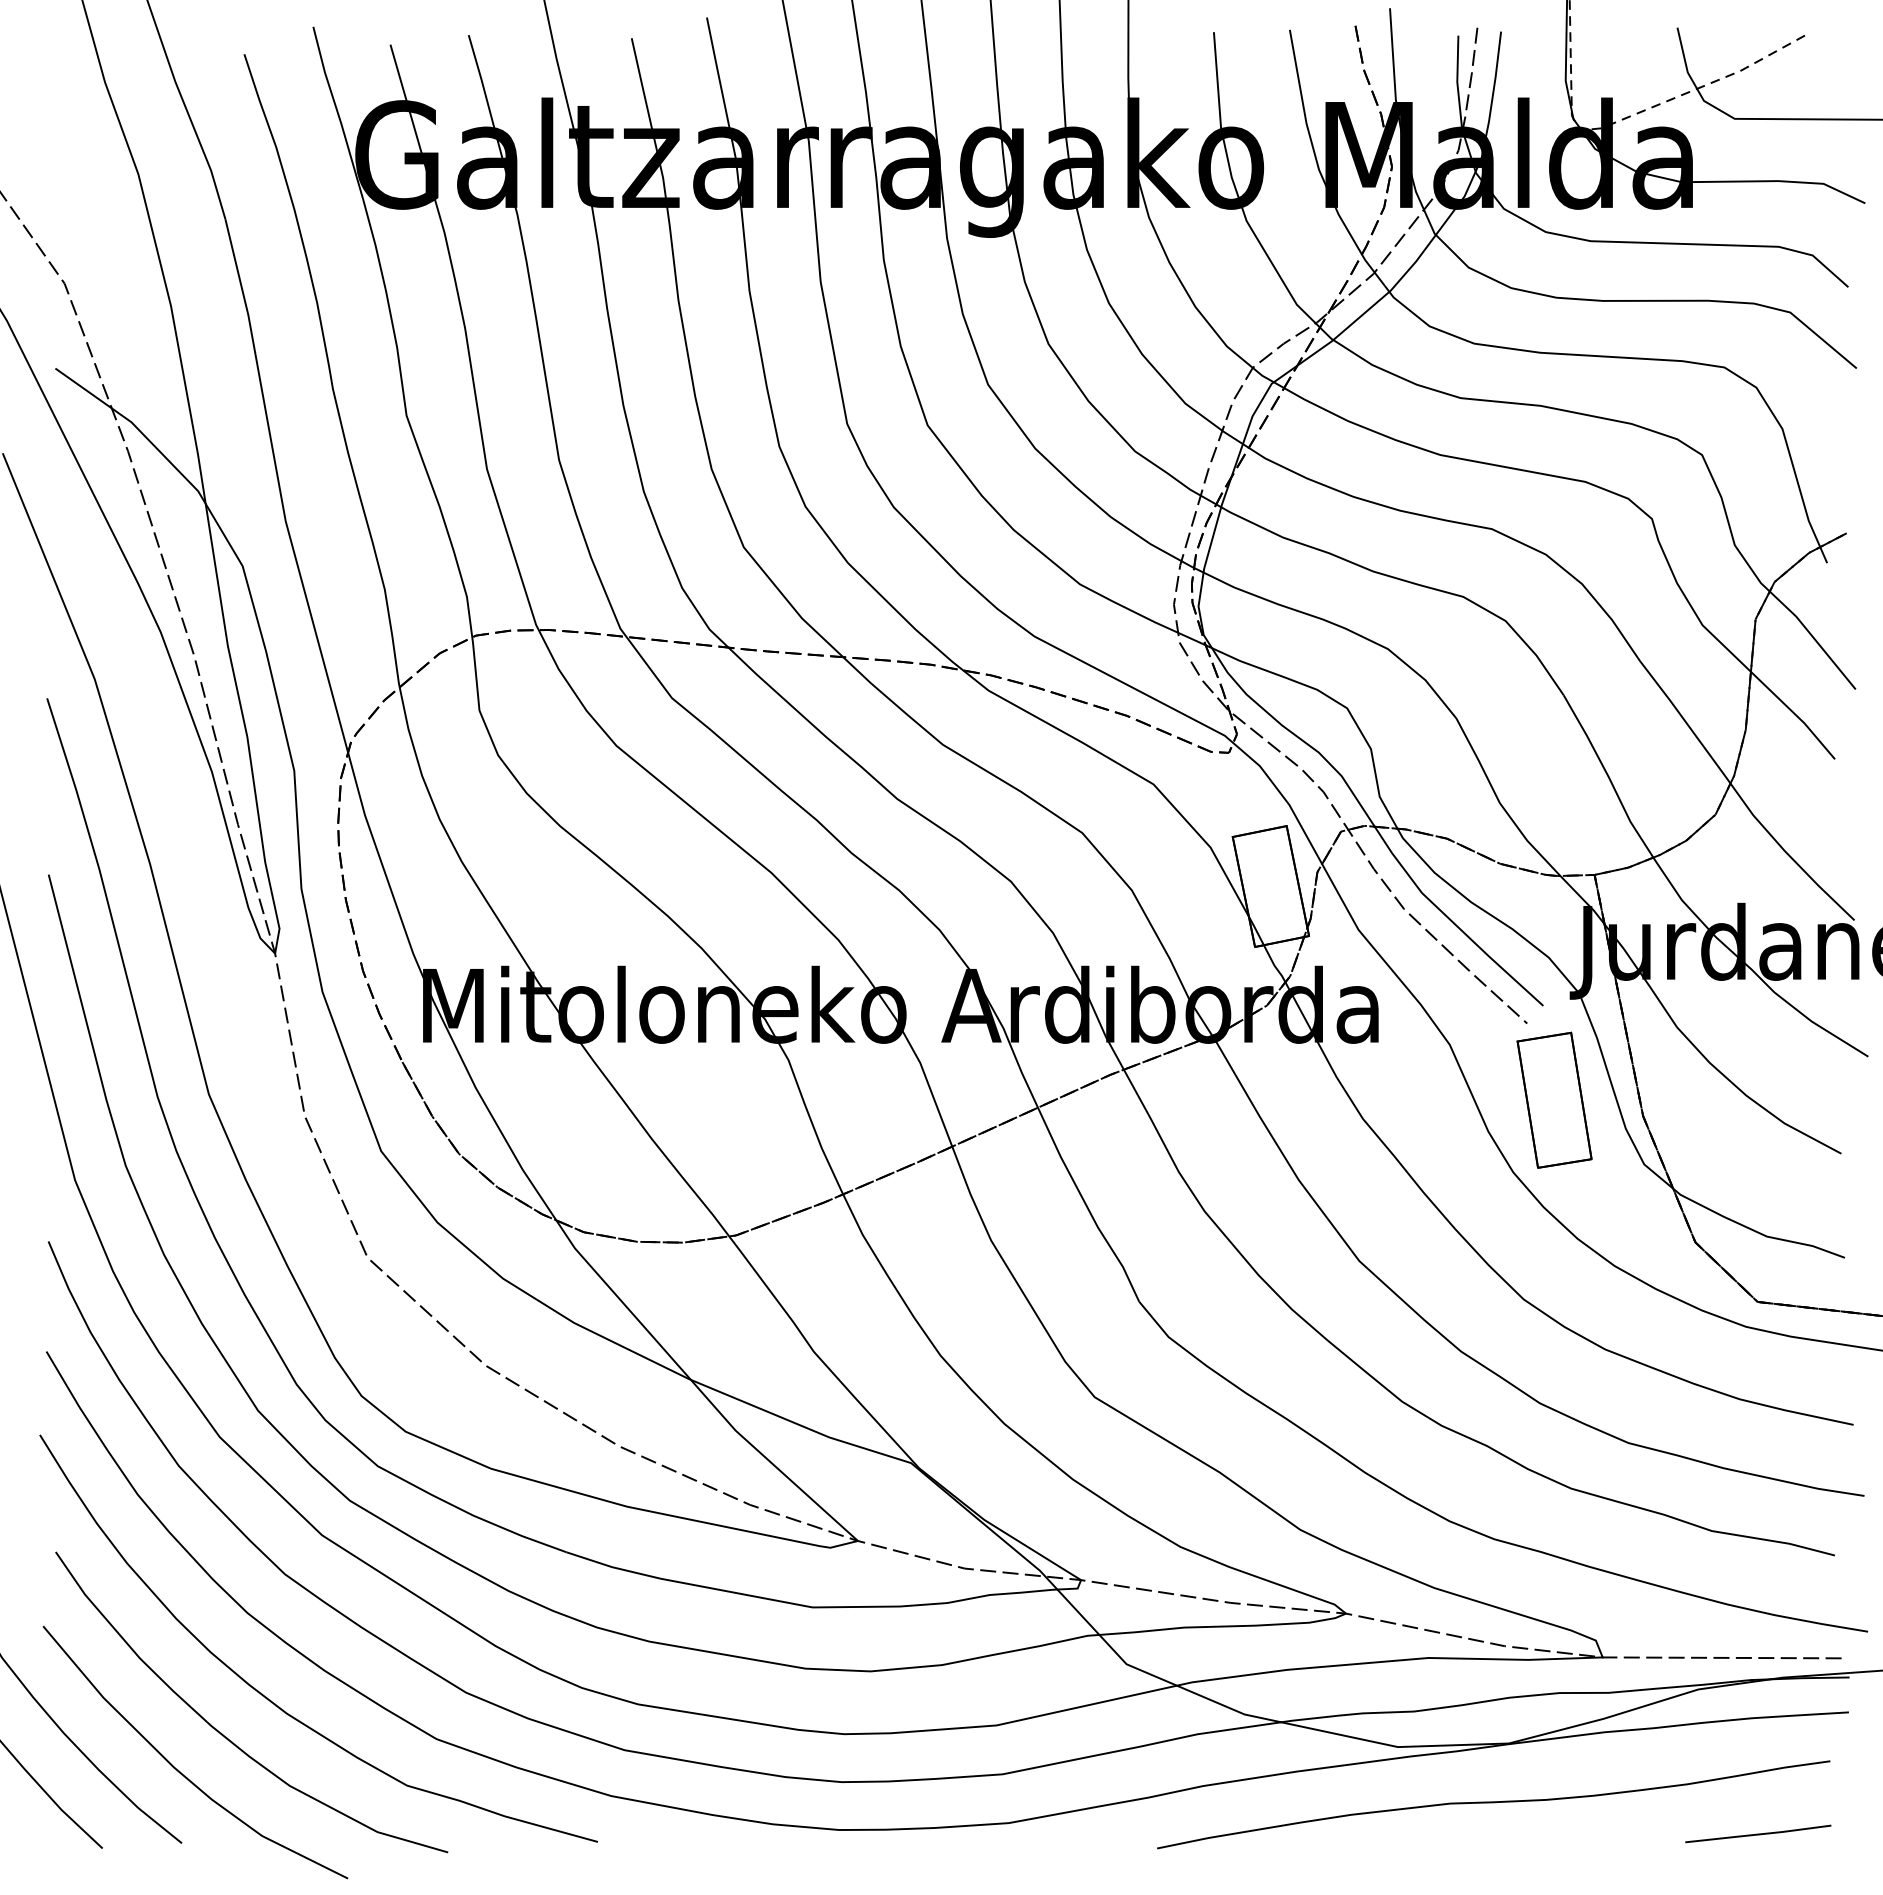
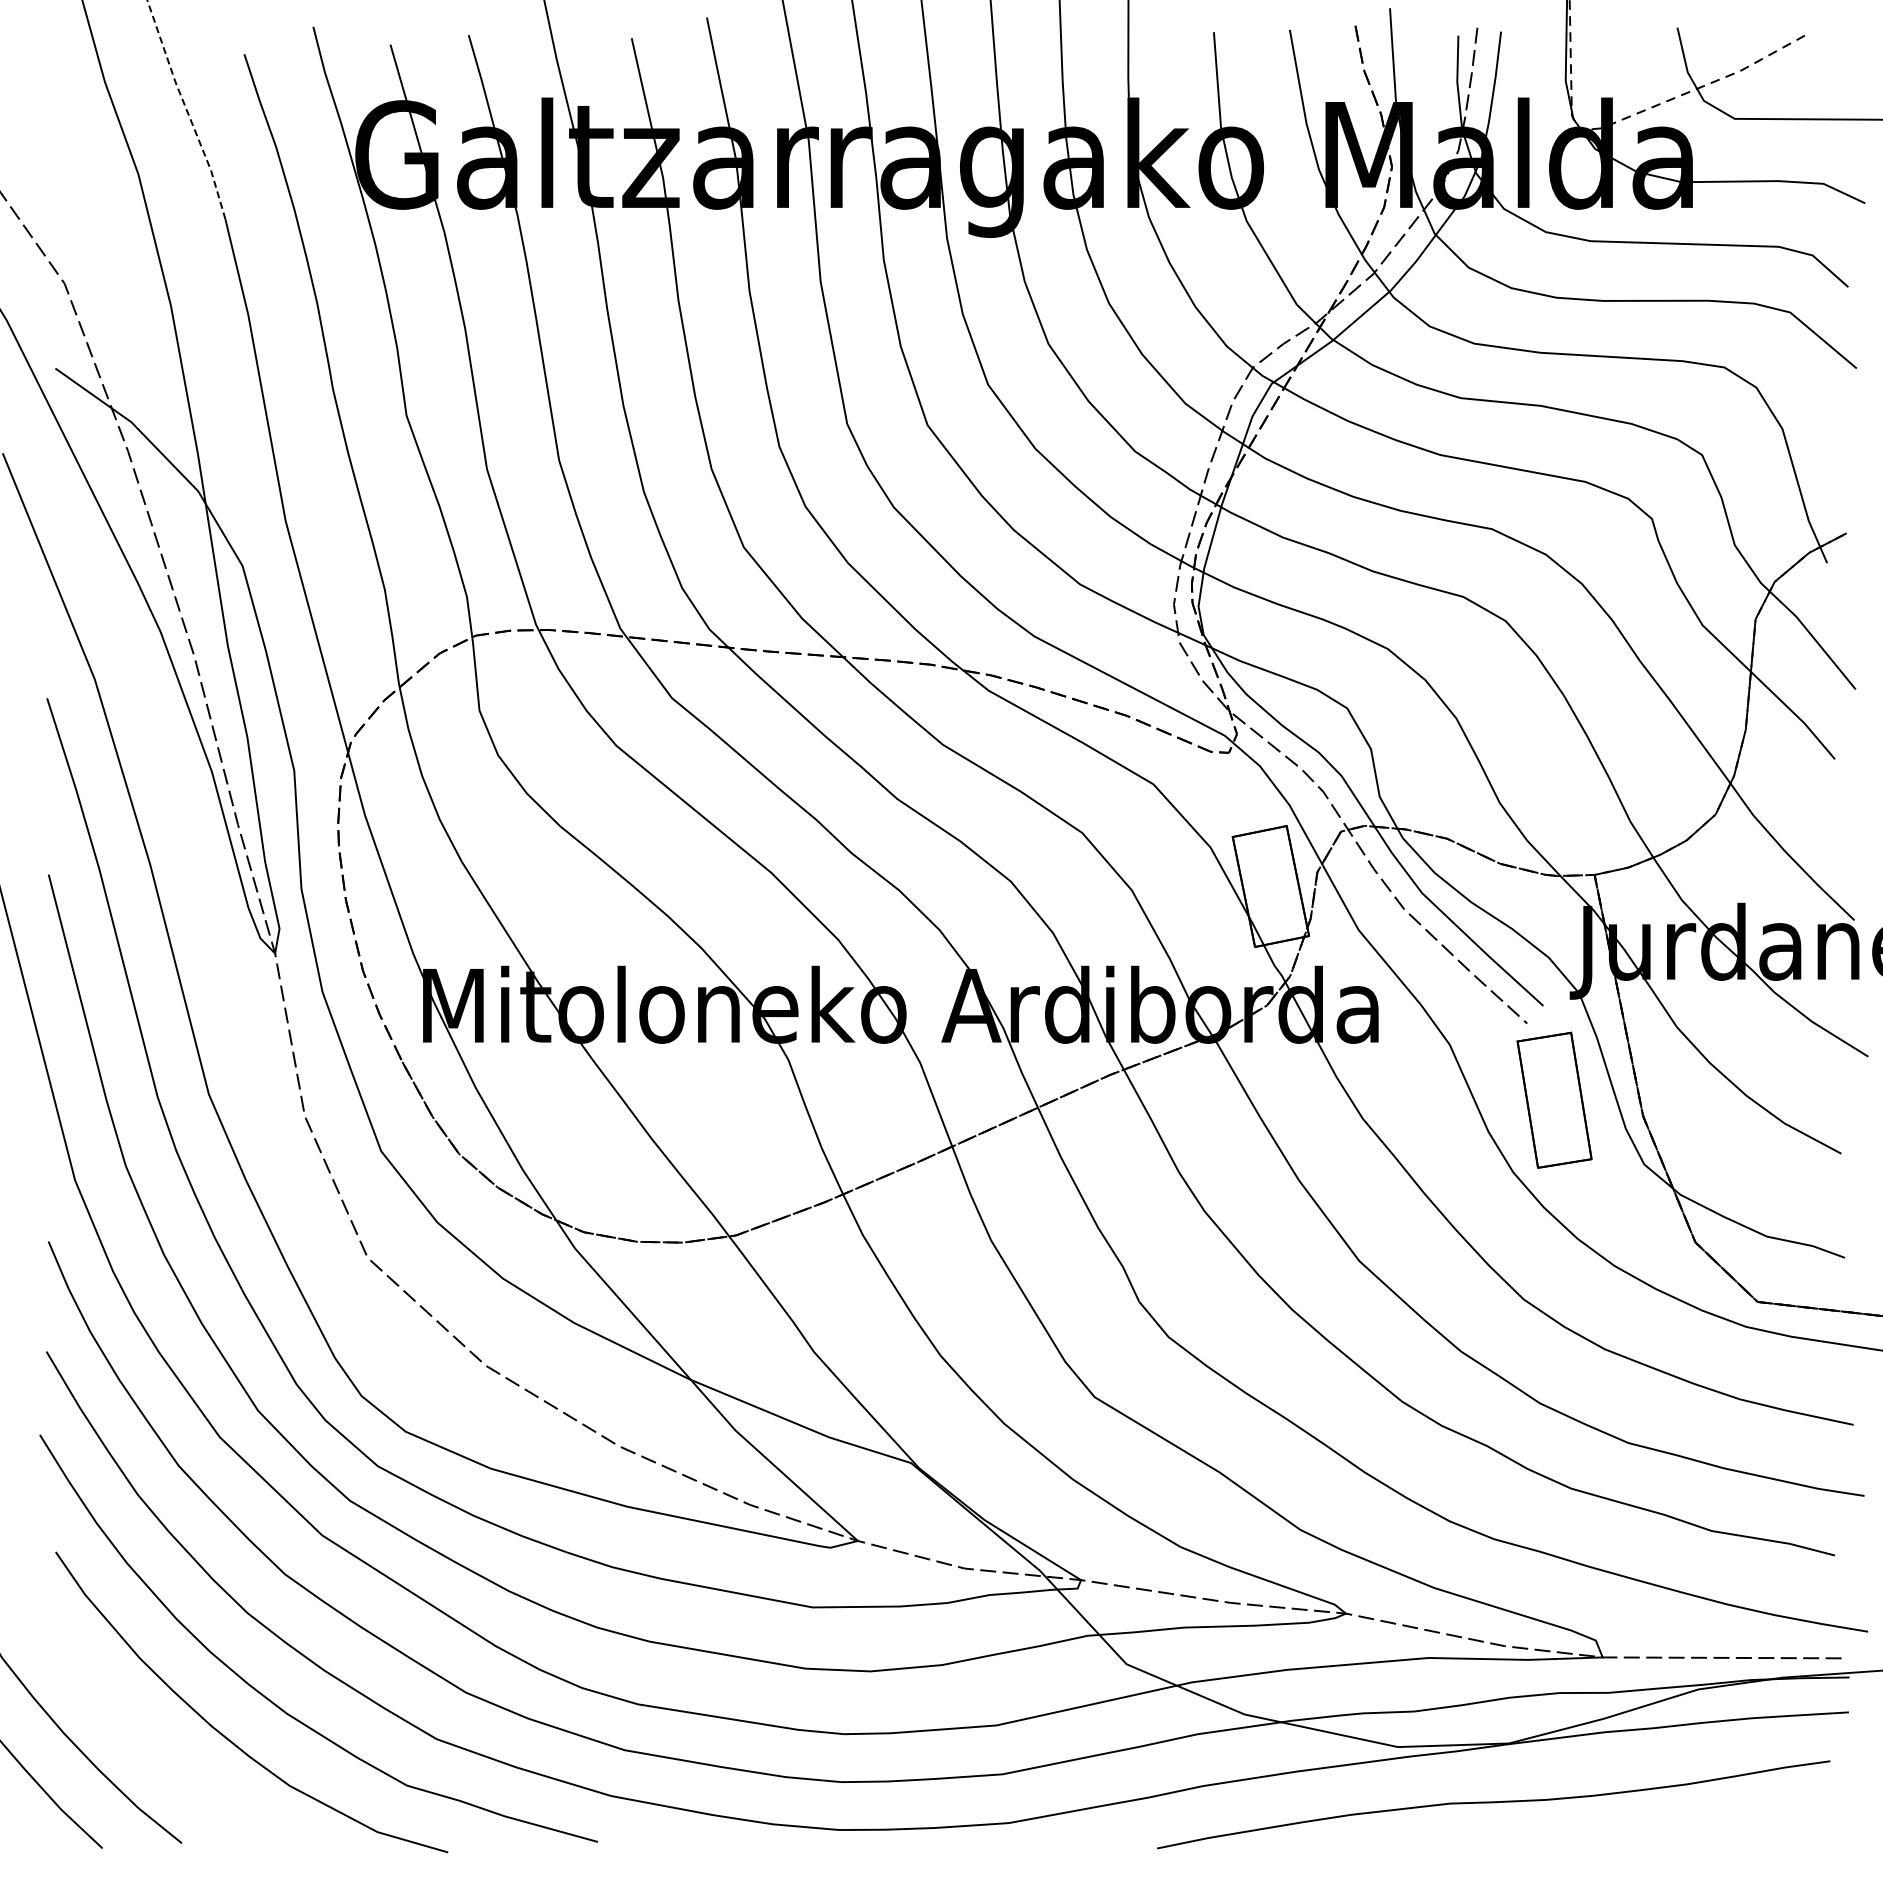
line at (186, 109): solid -> dashed
curve at (179, 1770): present -> none
line at (1758, 1833): present -> none
